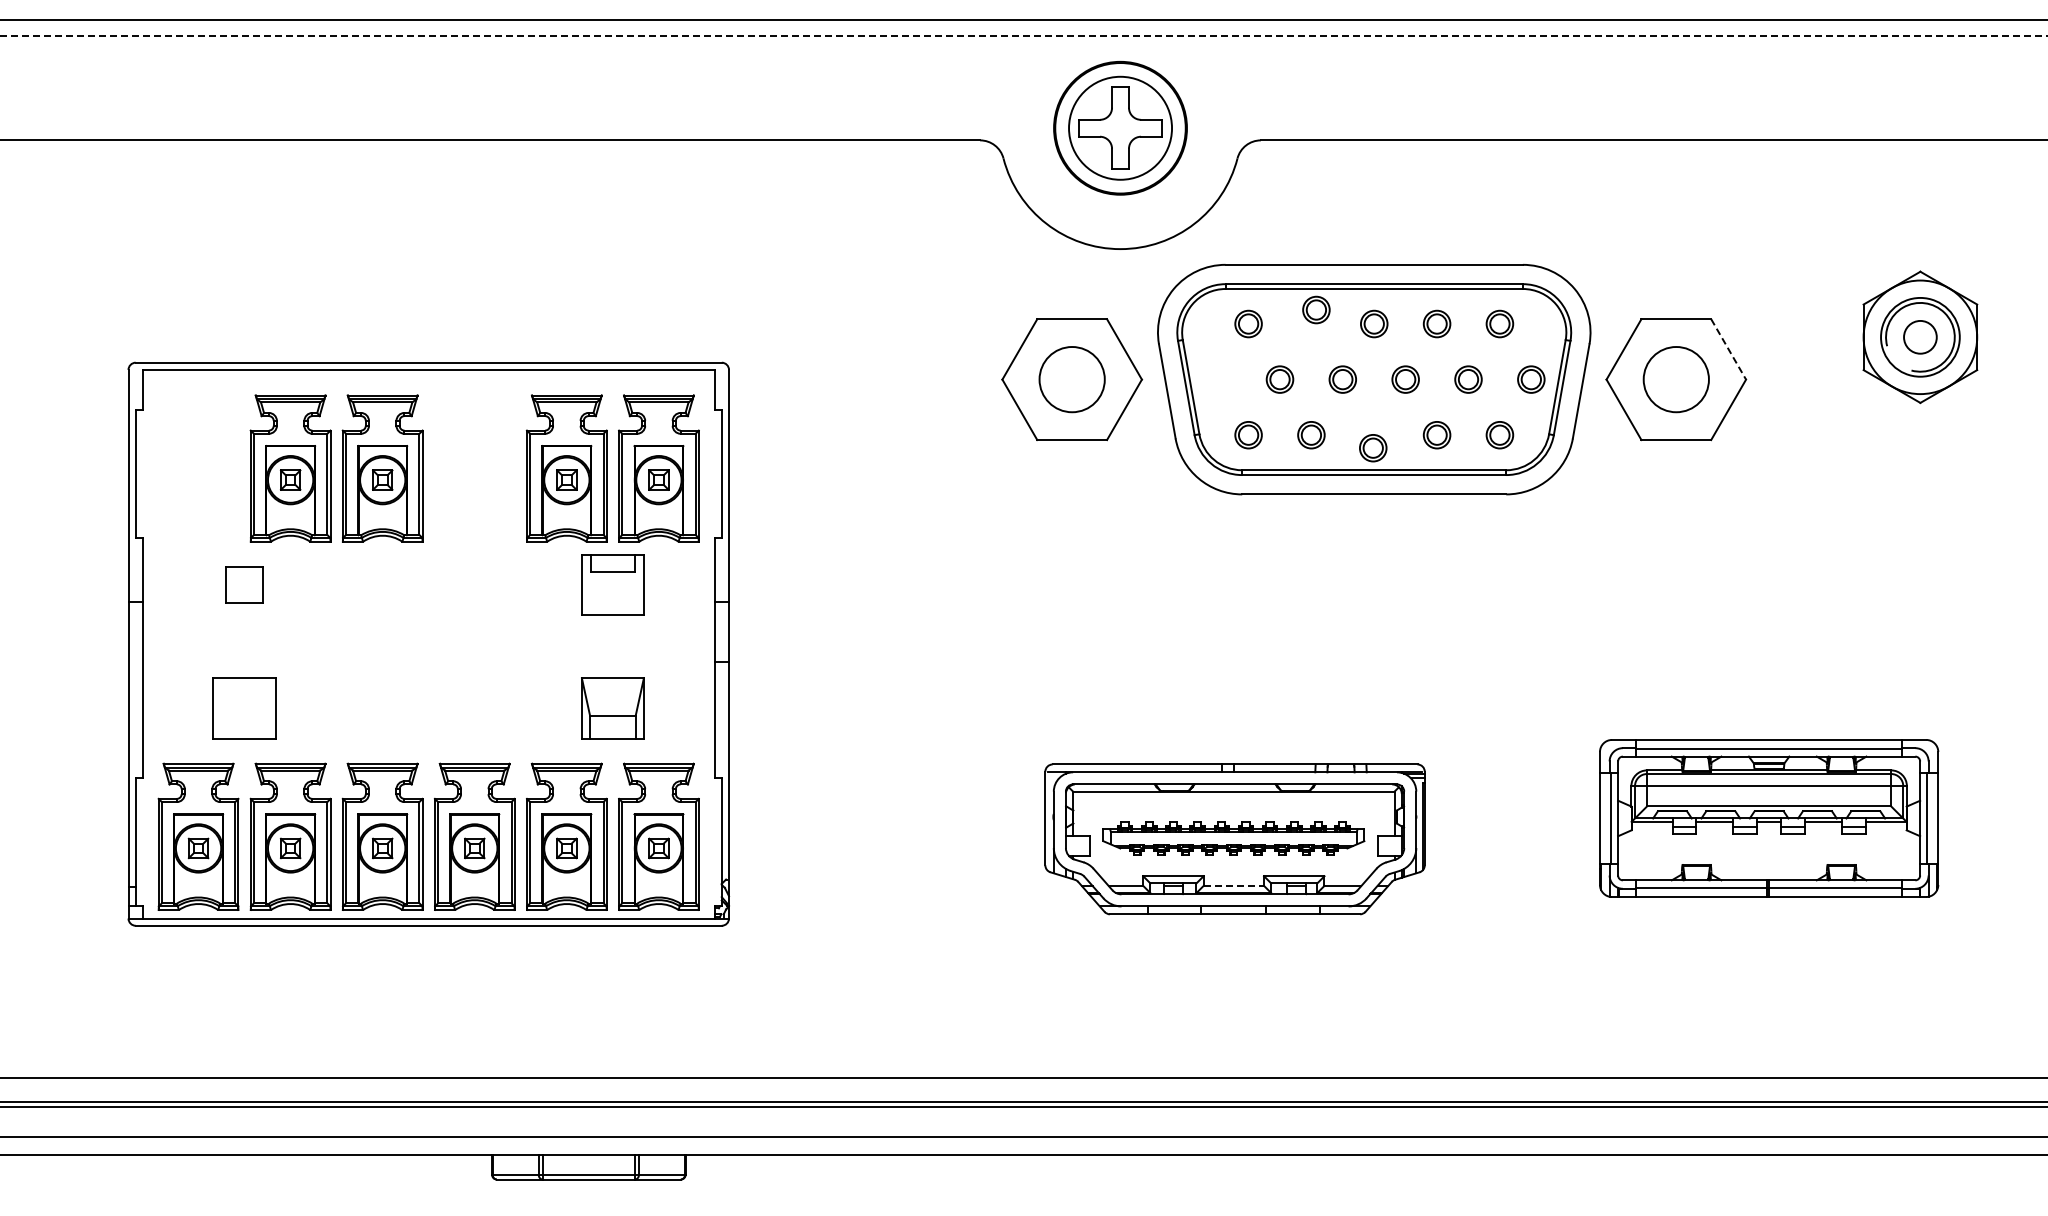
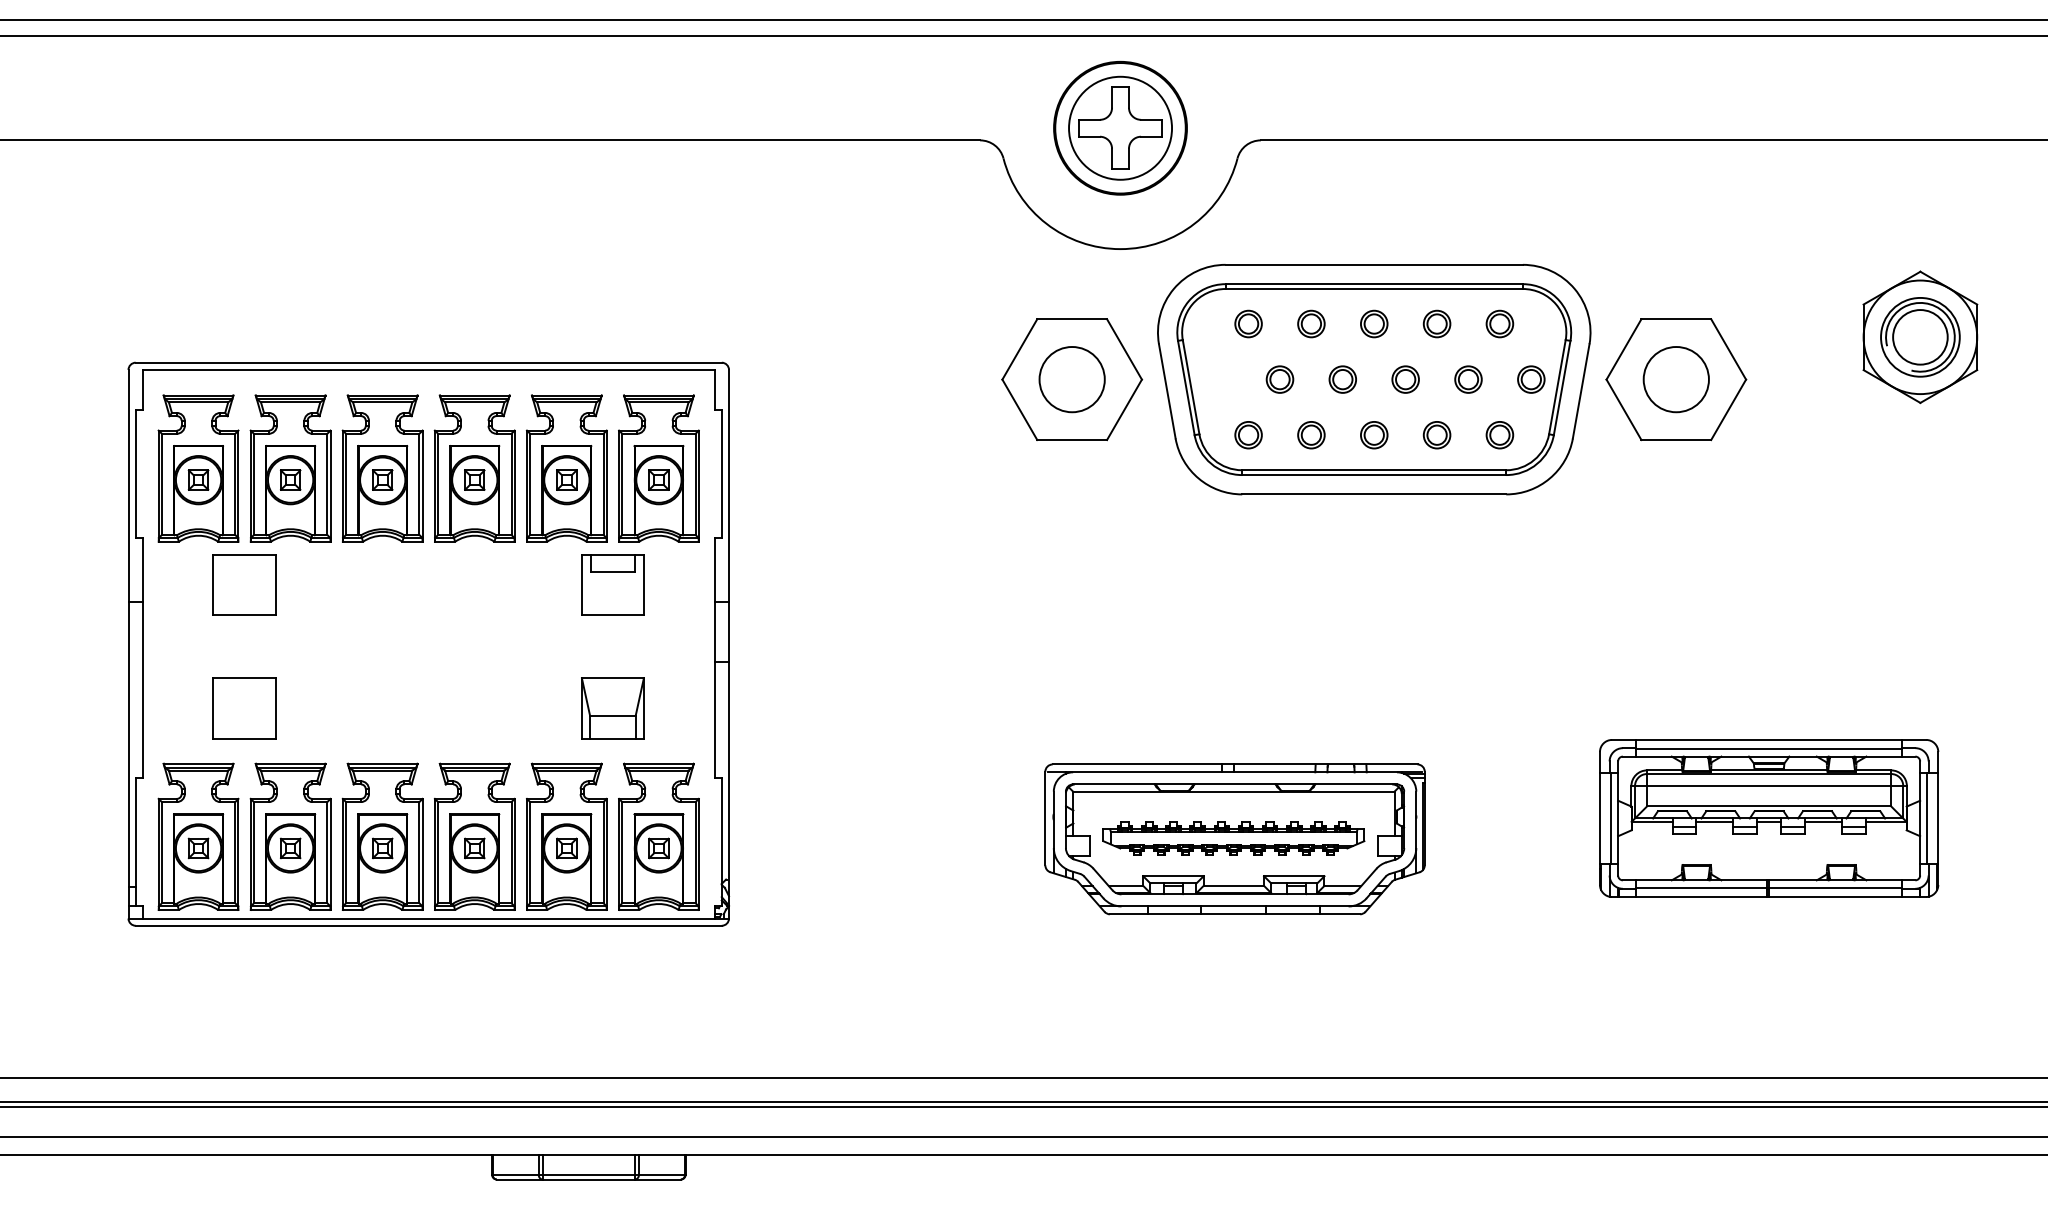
line at (1024, 36): dashed -> solid
part at (1316, 309) position: (1316, 309) -> (1311, 323)
circle at (1920, 336) diameter: 33 px -> 55 px
line at (1728, 349): dashed -> solid
part at (1373, 448) position: (1373, 448) -> (1374, 435)
part at (198, 468): none -> present
part at (474, 468): none -> present
part at (244, 584) size: 39x38 px -> 65x62 px
line at (1234, 885): dashed -> solid
